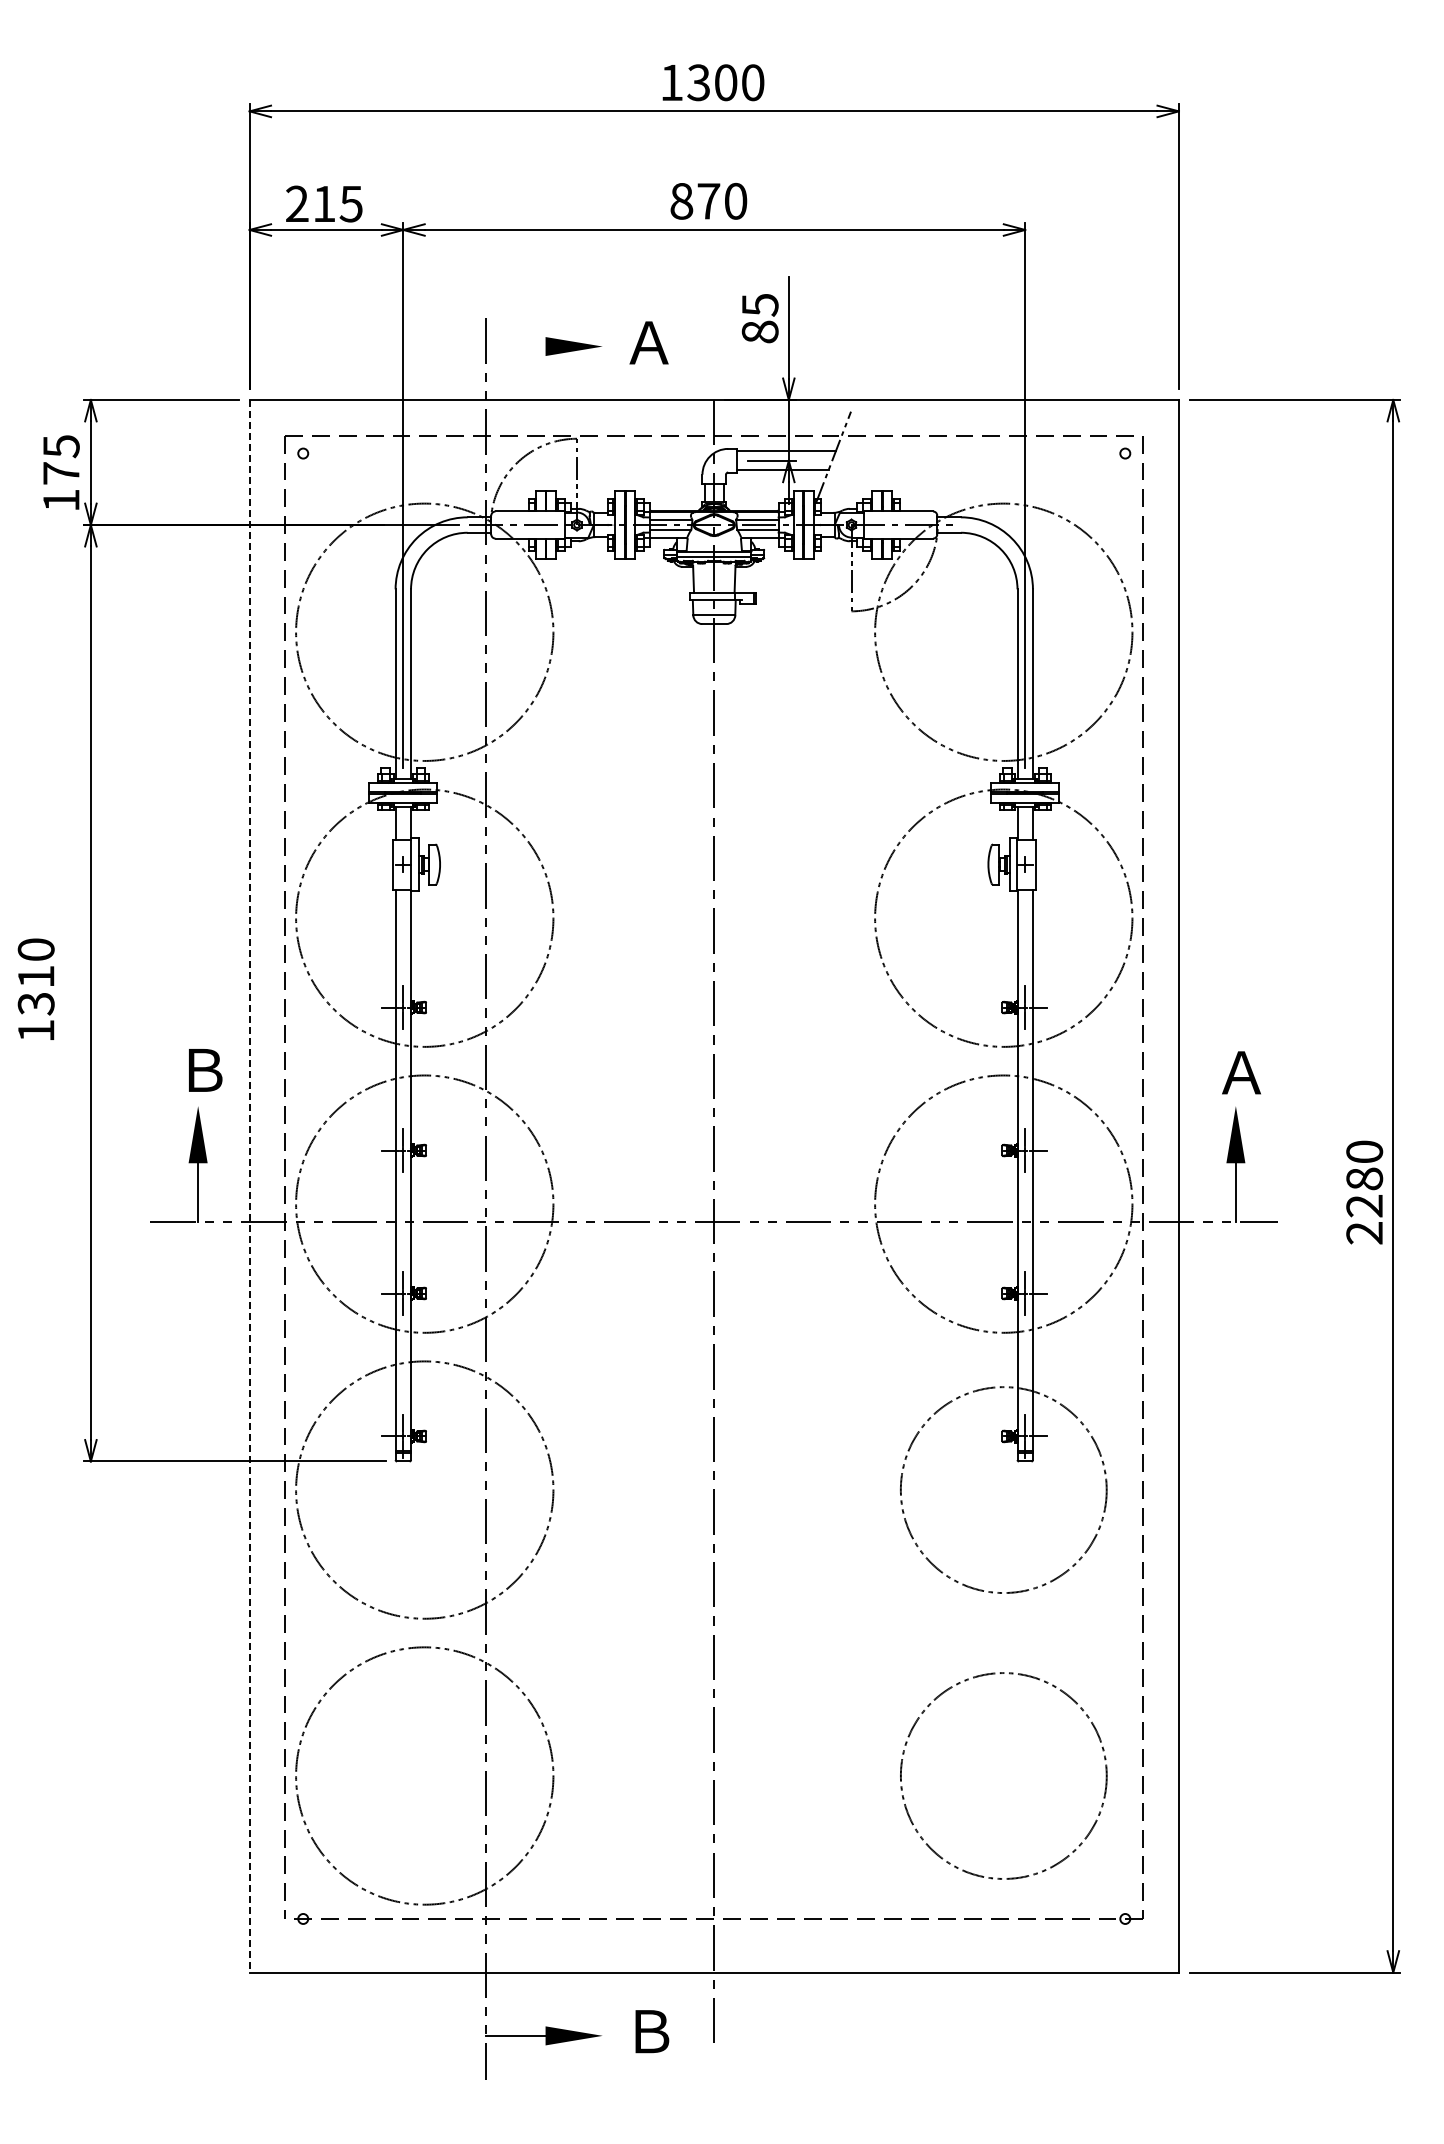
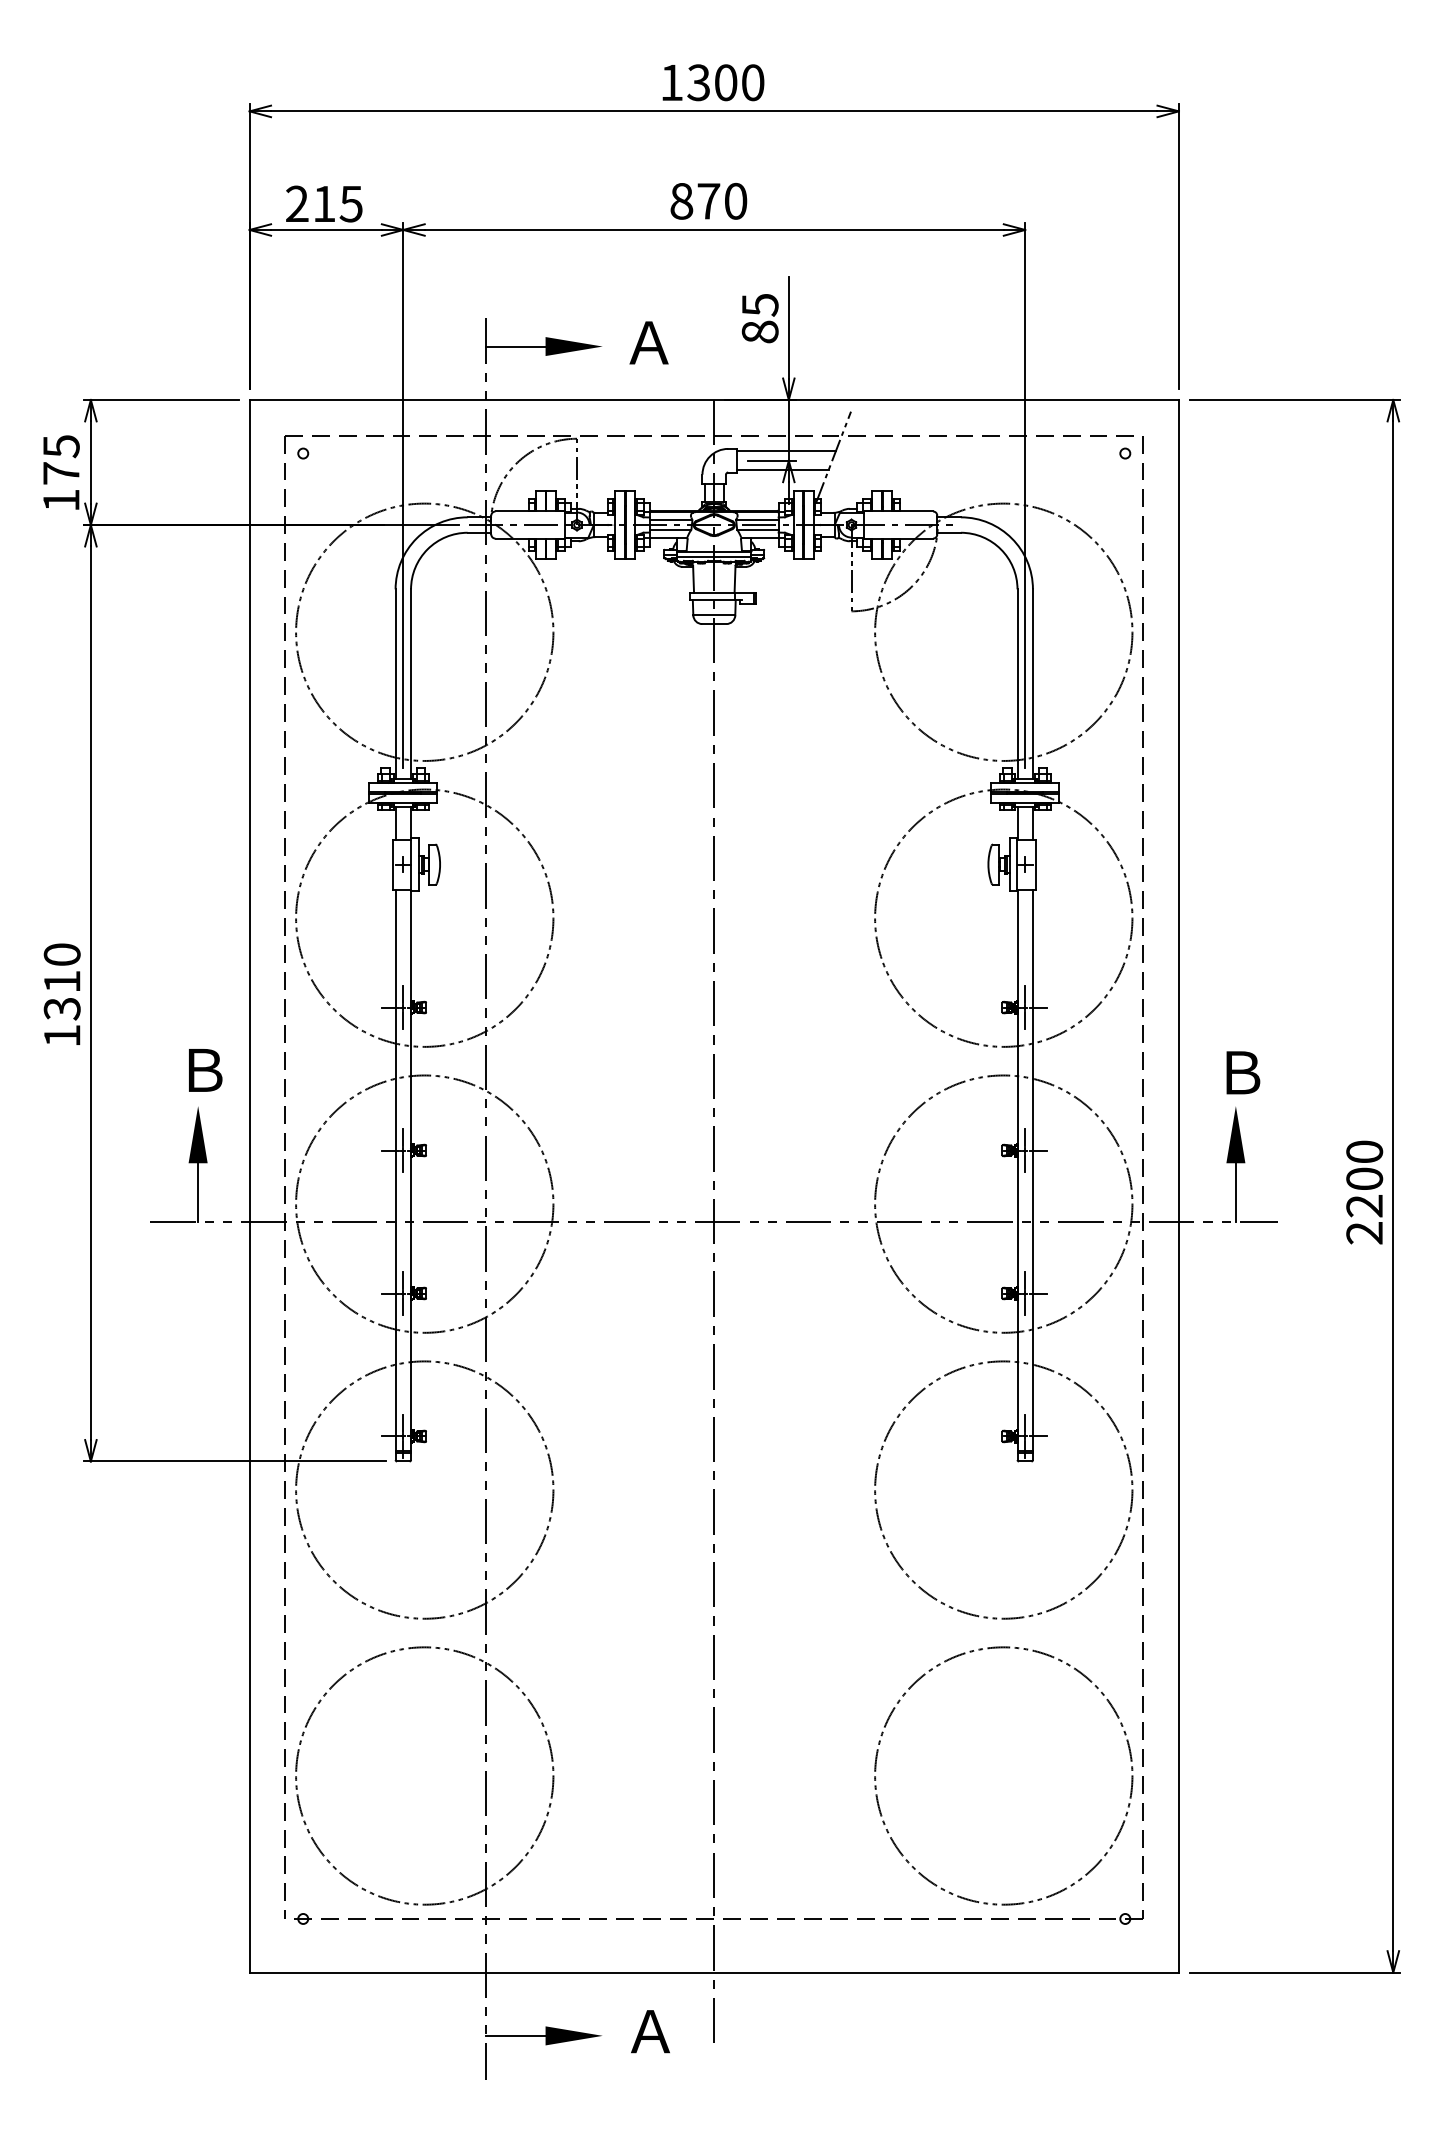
line at (515, 346): none -> present
text at (35, 988) position: (35, 988) -> (61, 993)
text at (1241, 1072): Ａ -> Ｂ
text at (1364, 1178): 2280 -> 2200
line at (249, 1186): dashed -> solid
circle at (1003, 1490) diameter: 206 px -> 257 px
circle at (1003, 1775) size: 208x208 px -> 260x260 px
text at (650, 2031): Ｂ -> Ａ
